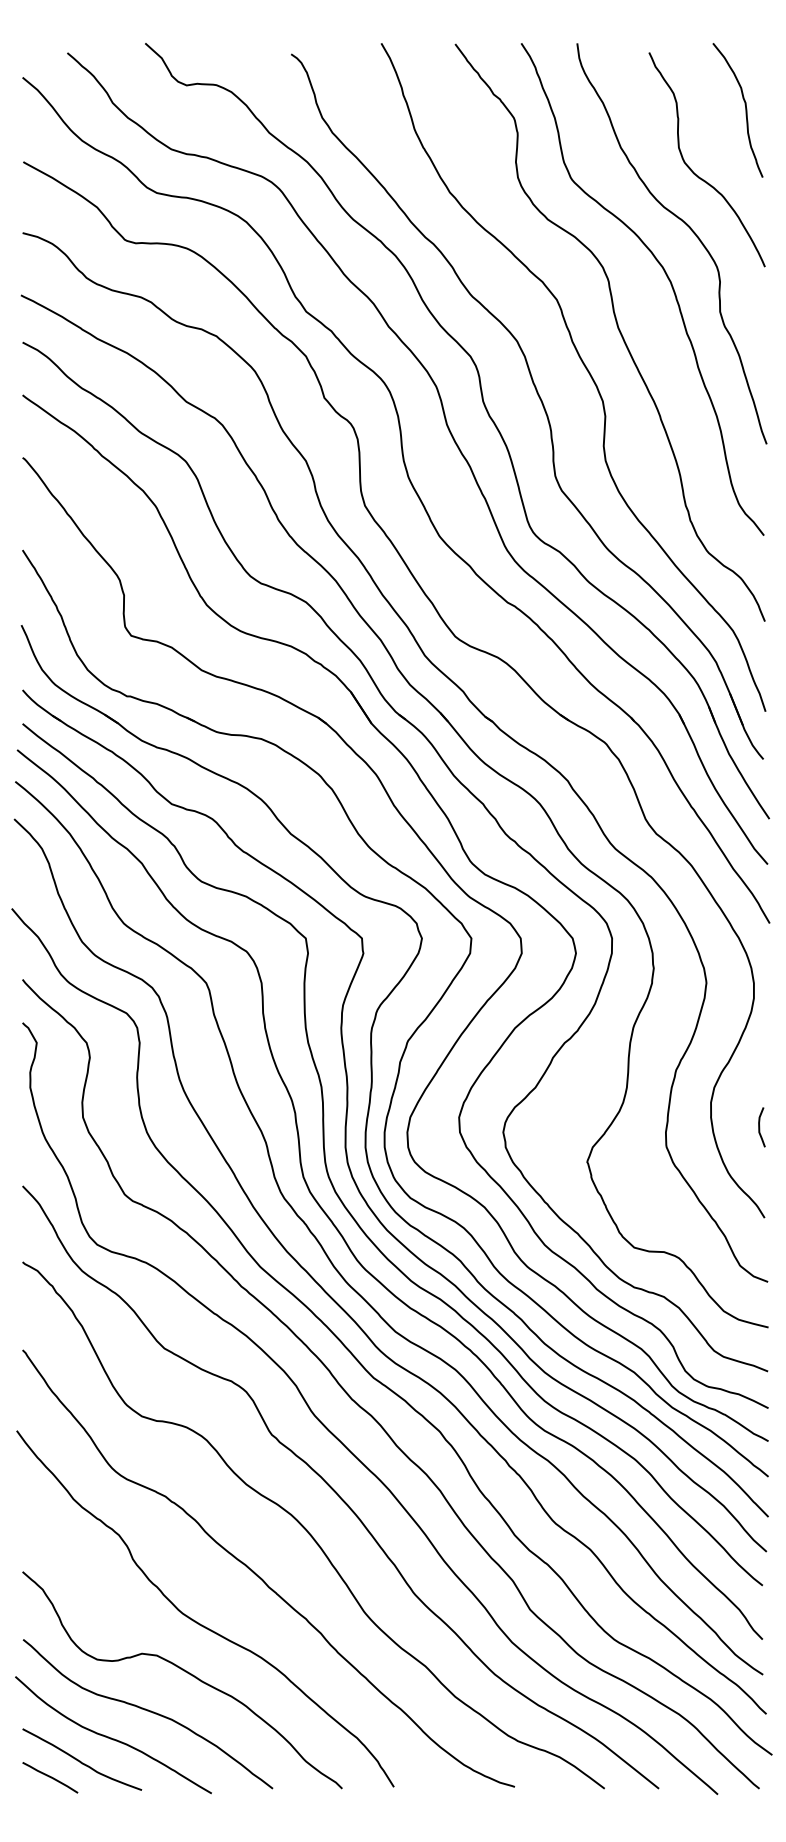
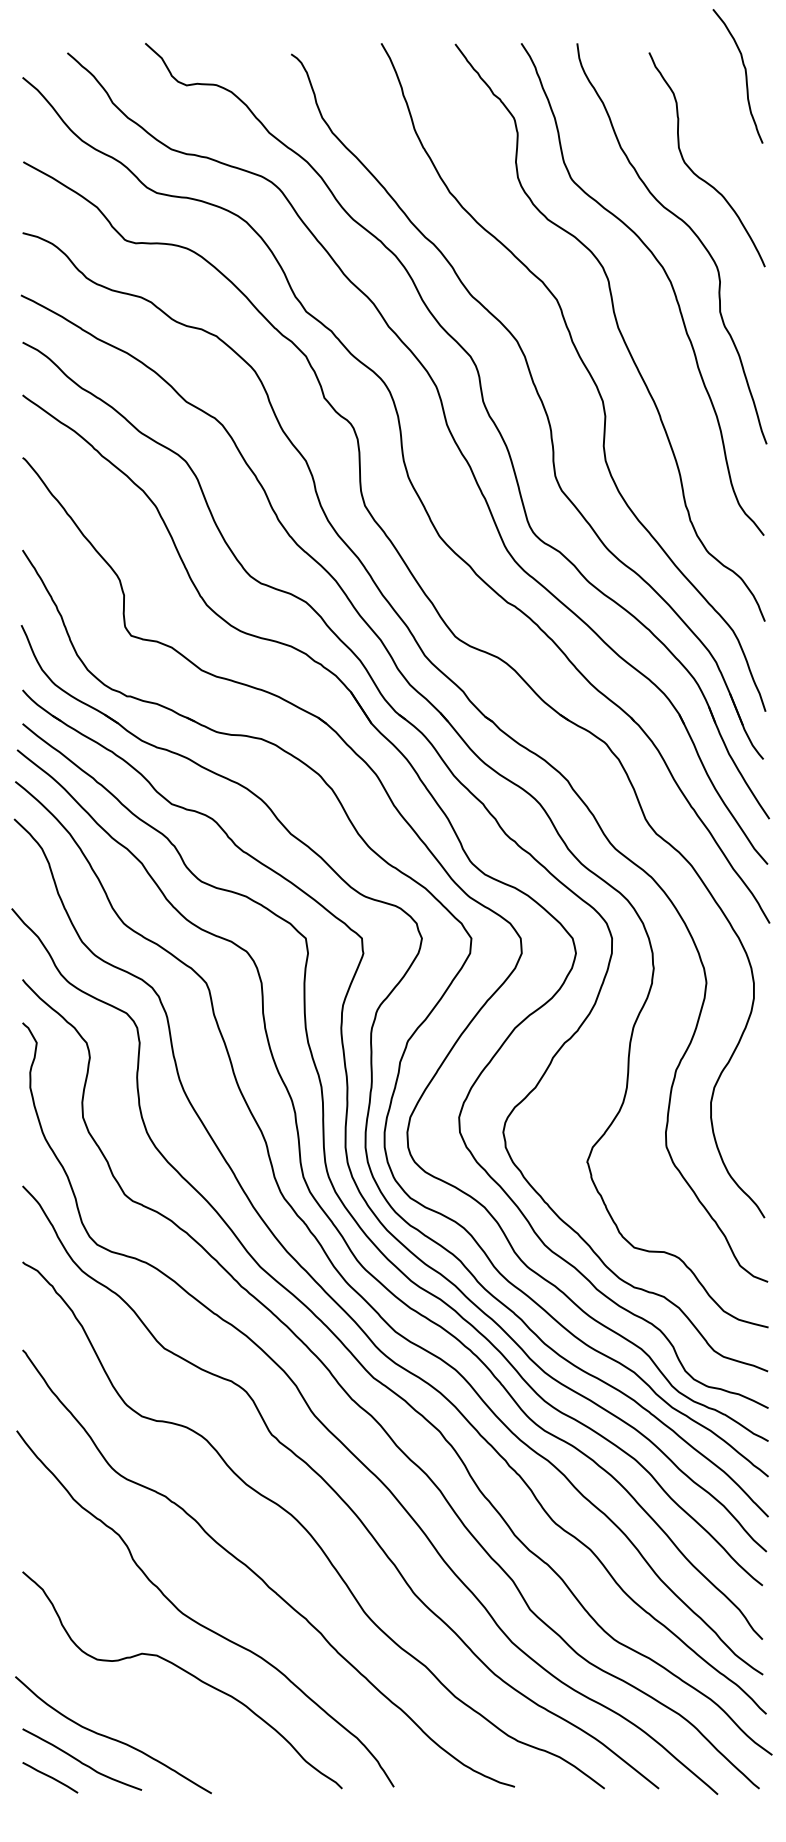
curve at (745, 110) position: (745, 110) -> (745, 76)
curve at (760, 1127): present -> none
curve at (147, 1711): present -> none
